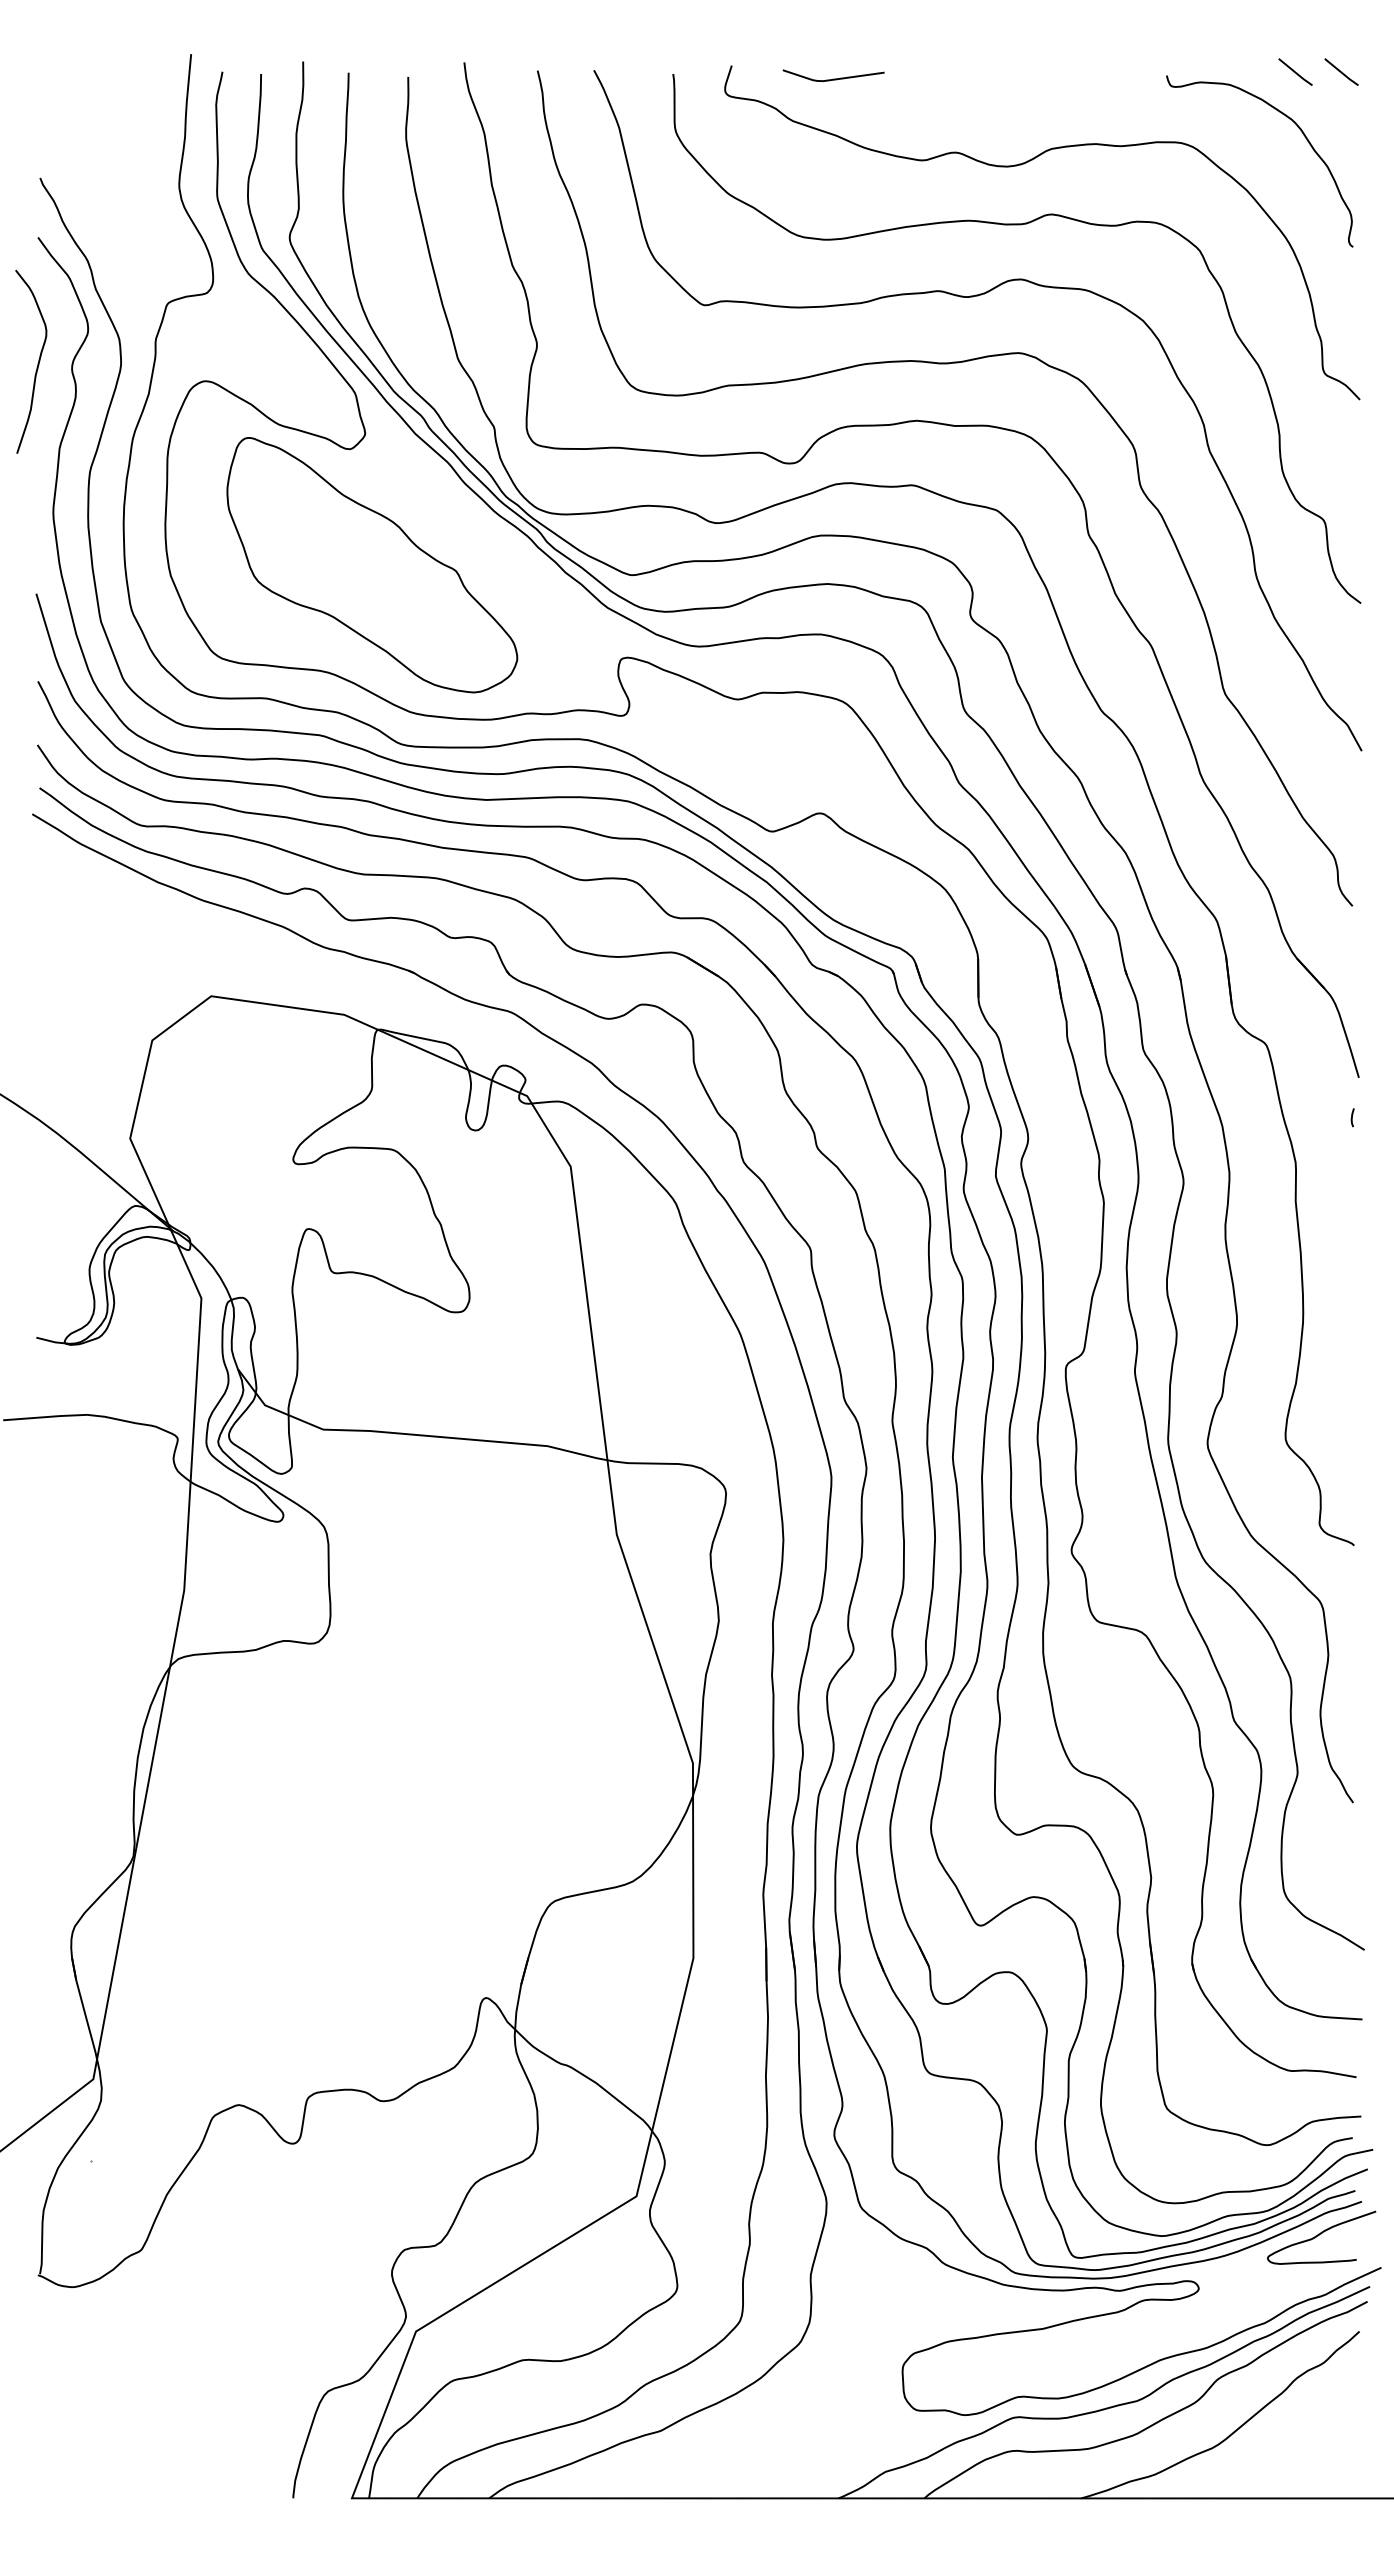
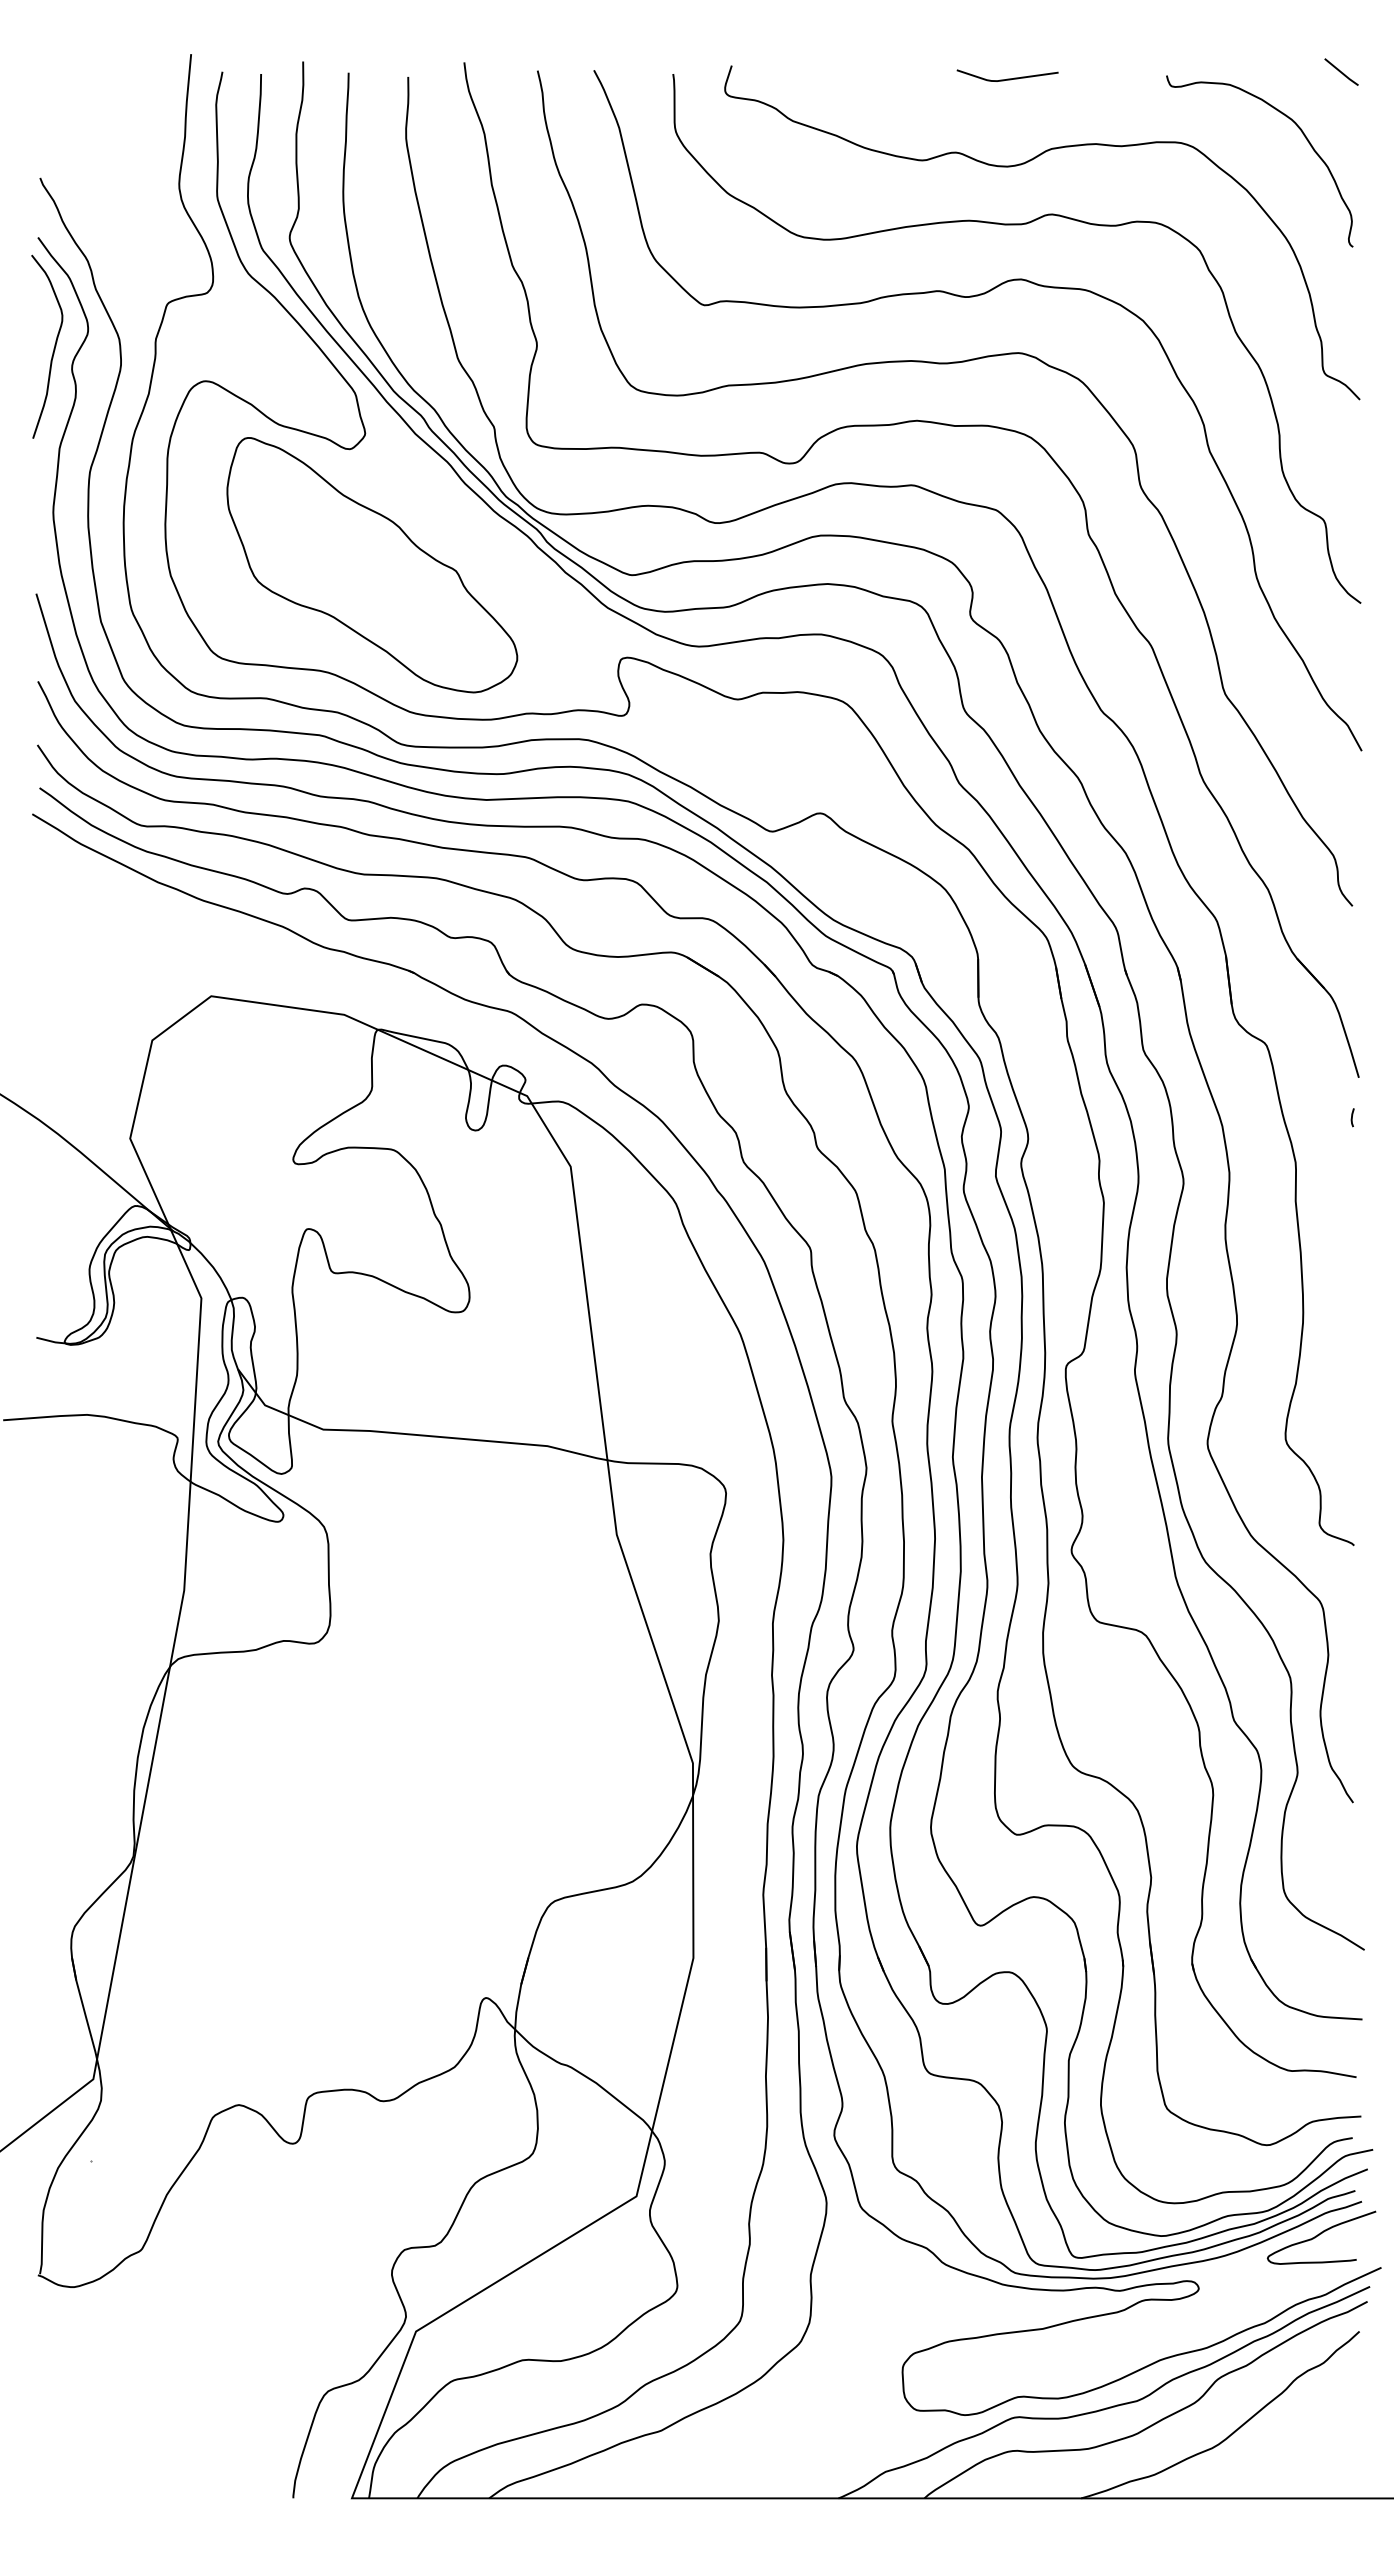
line at (1295, 71): present -> none
line at (833, 78) position: (833, 78) -> (1007, 78)
curve at (37, 363) position: (37, 363) -> (53, 348)
